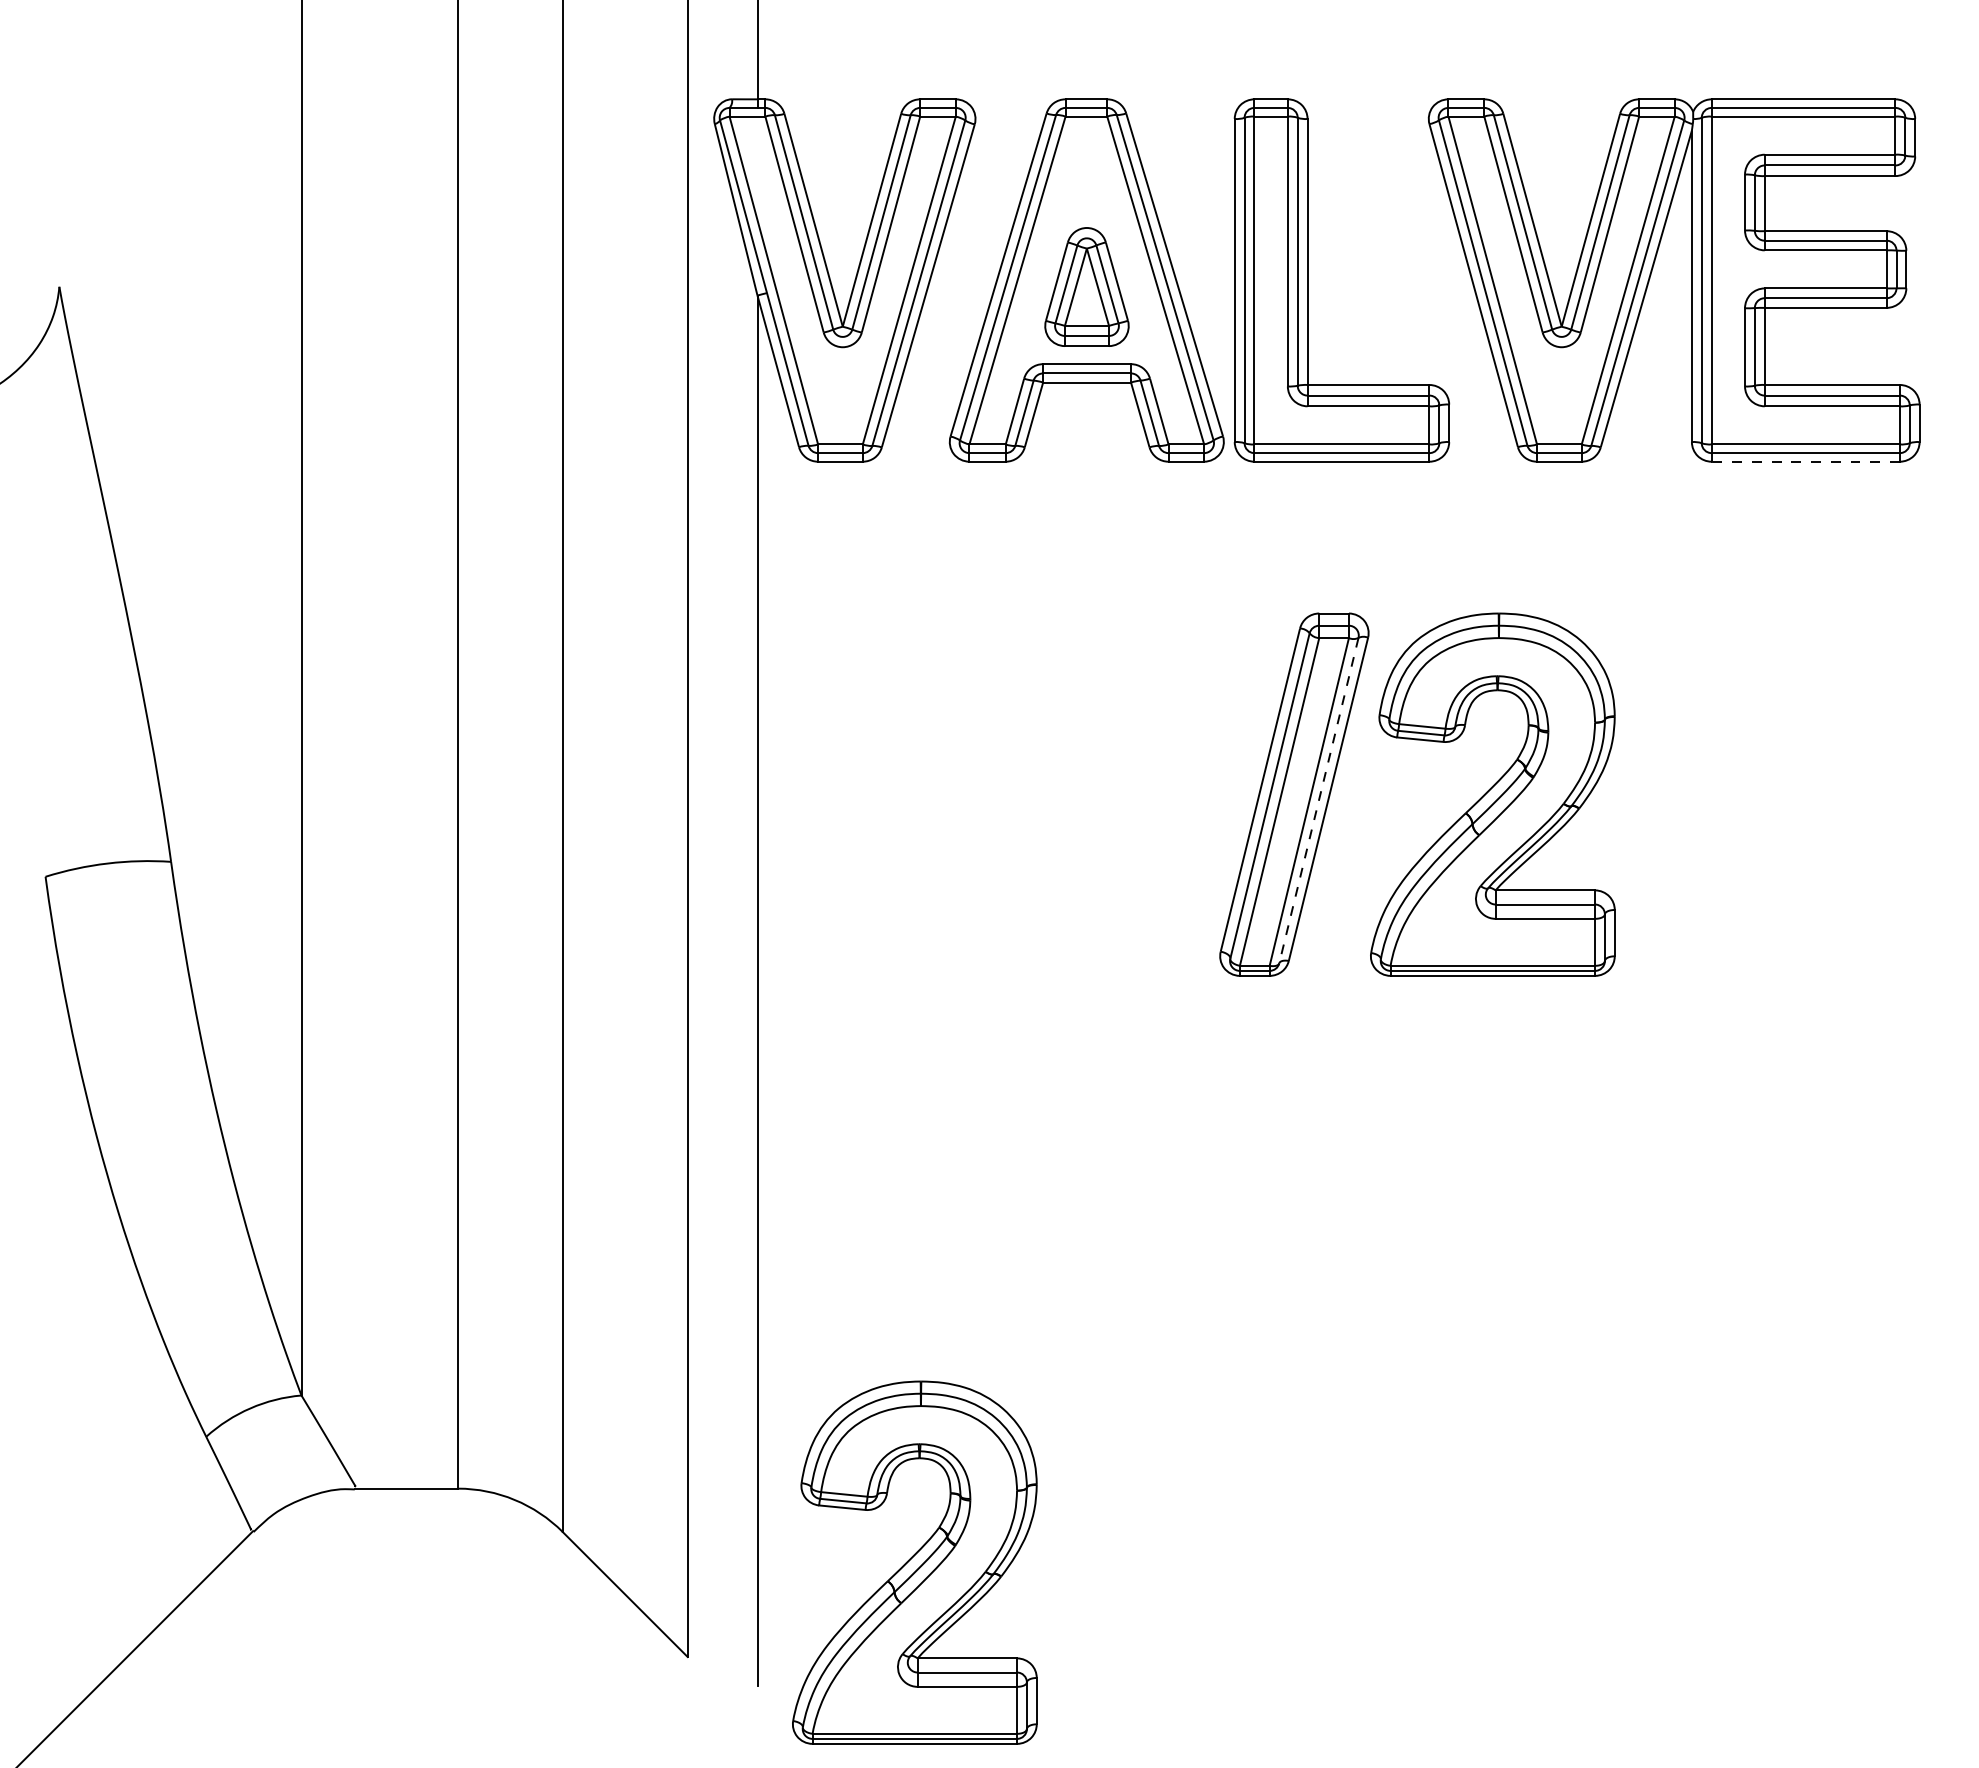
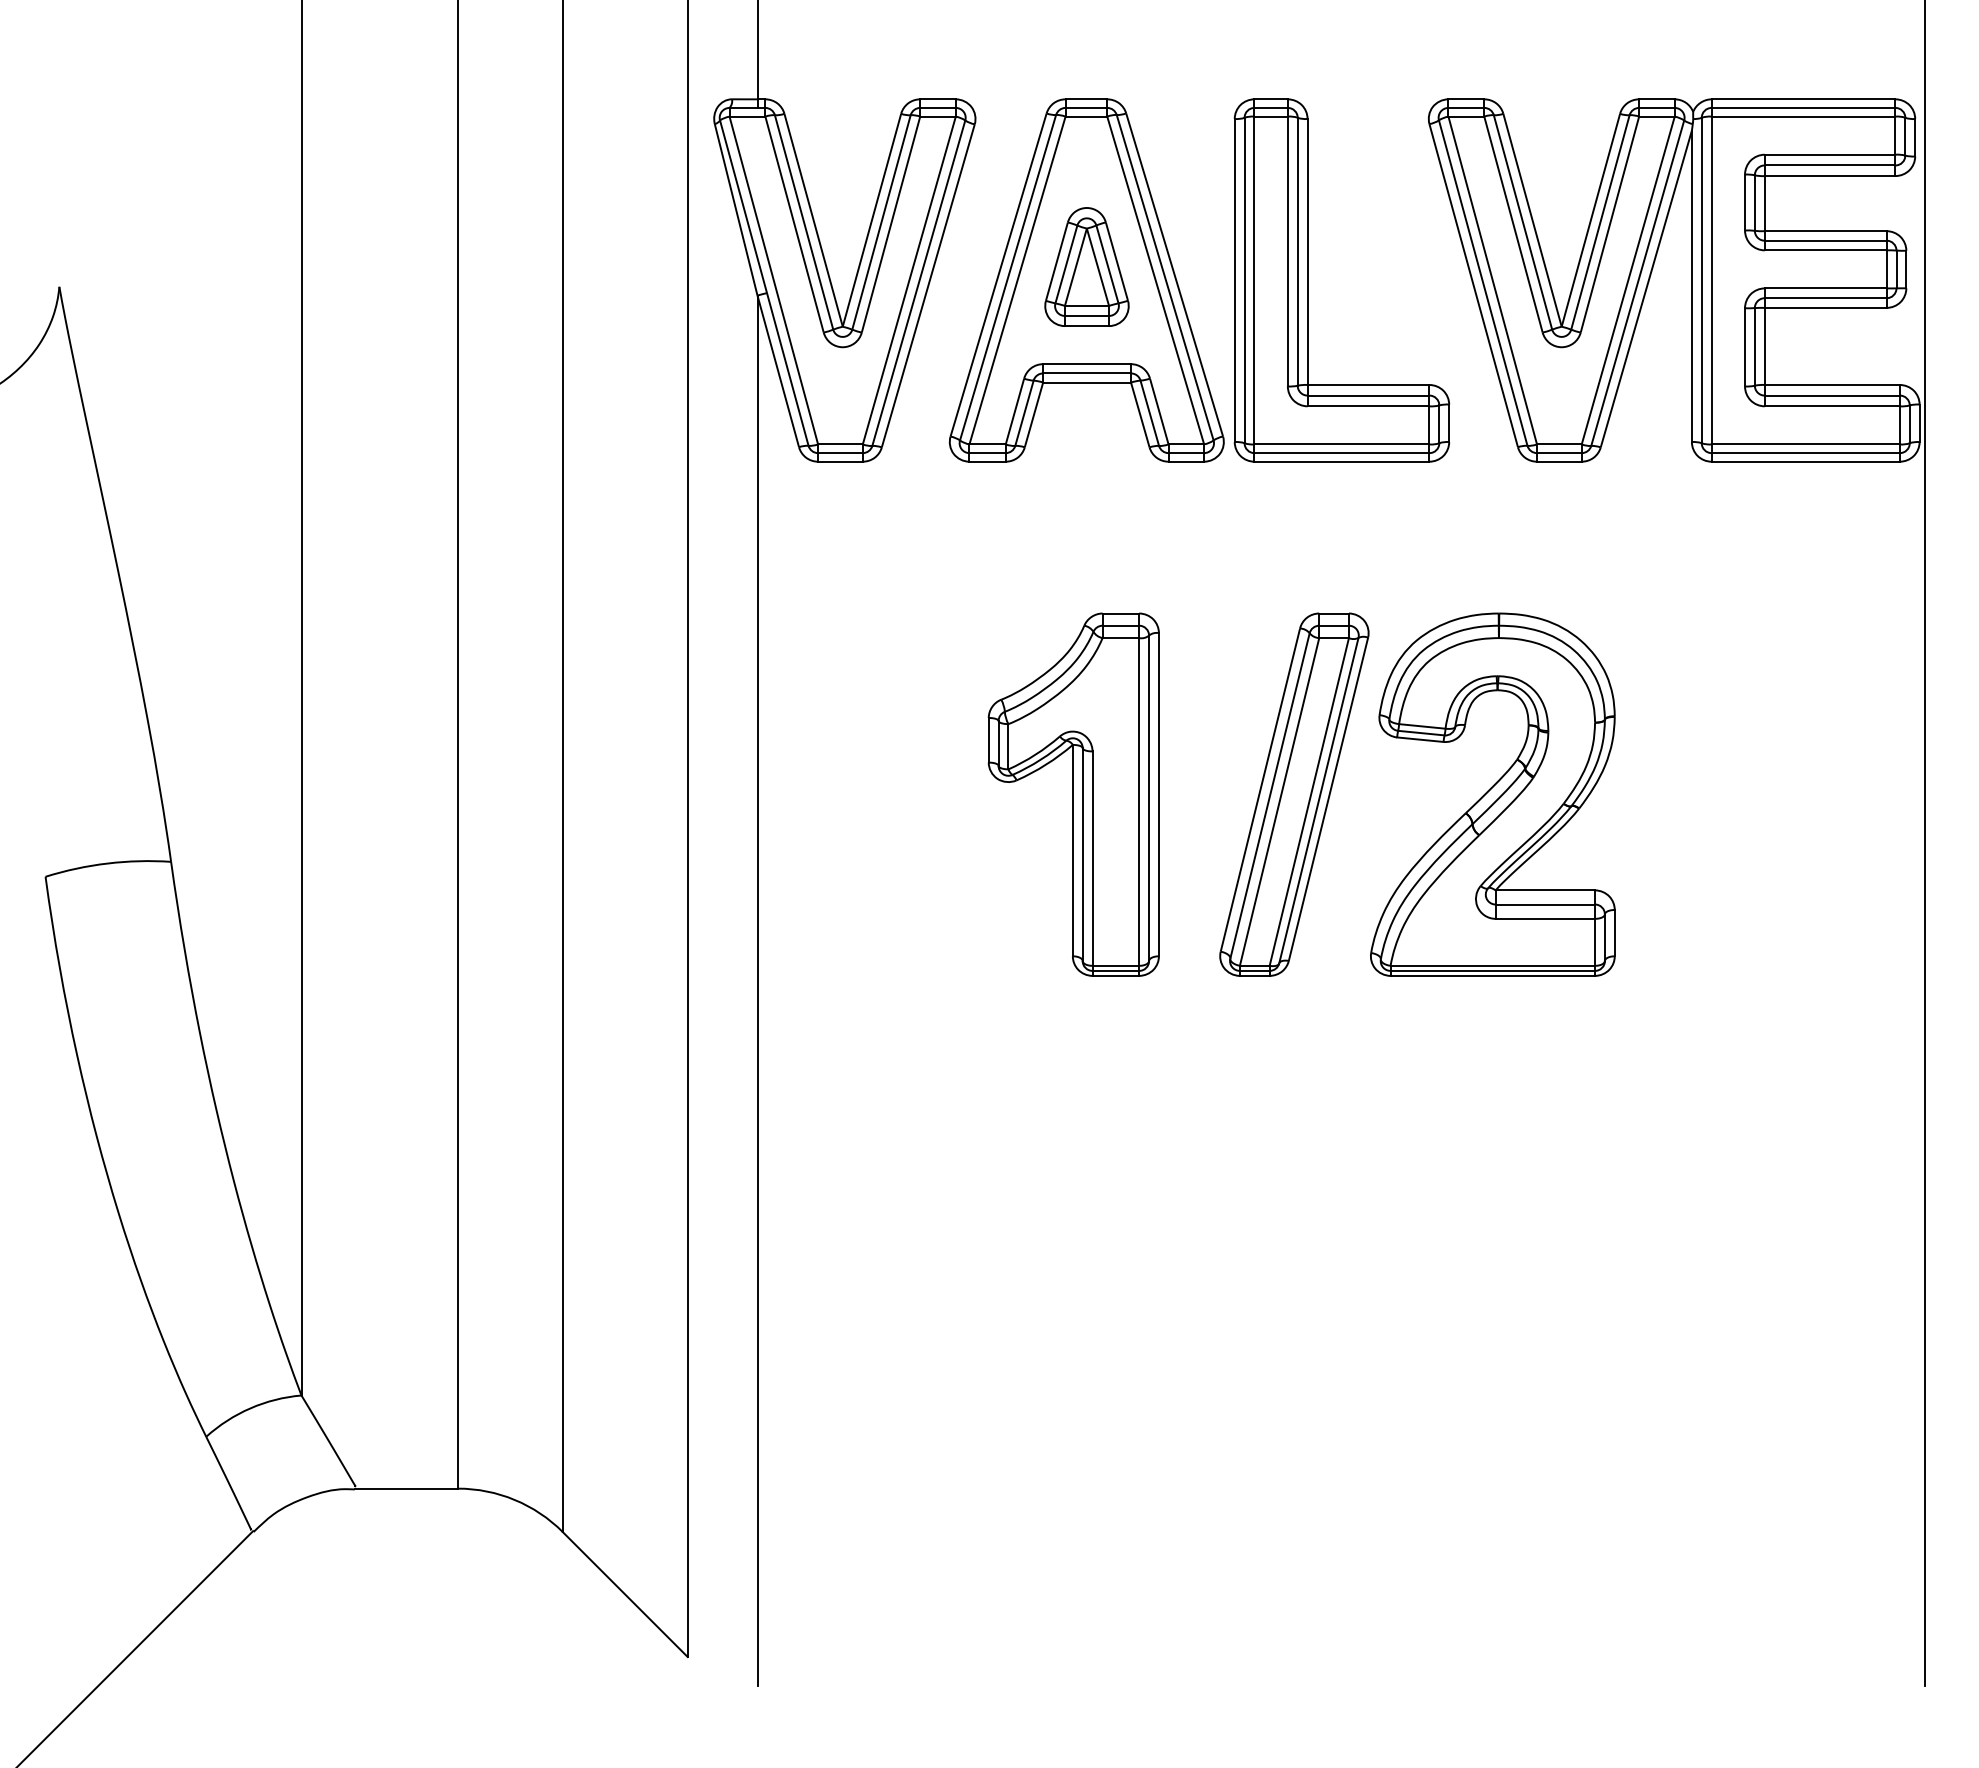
part at (1086, 286) position: (1086, 286) -> (1086, 266)
line at (1805, 461): dashed -> solid
part at (1073, 794): none -> present
line at (1318, 800): dashed -> solid
line at (1924, 843): none -> present
part at (914, 1562): present -> none
